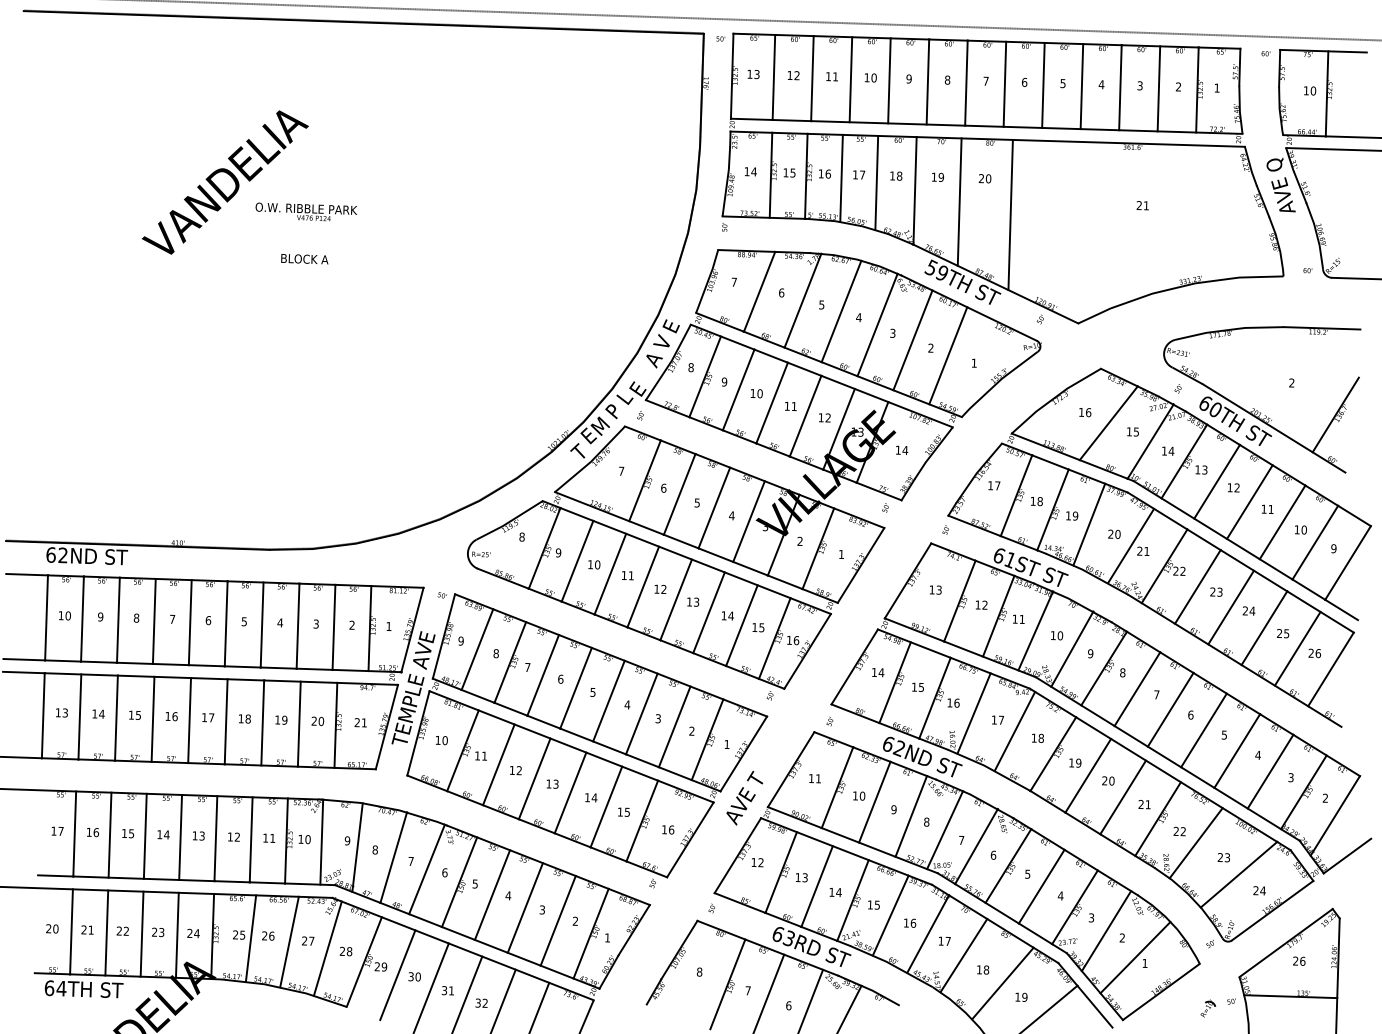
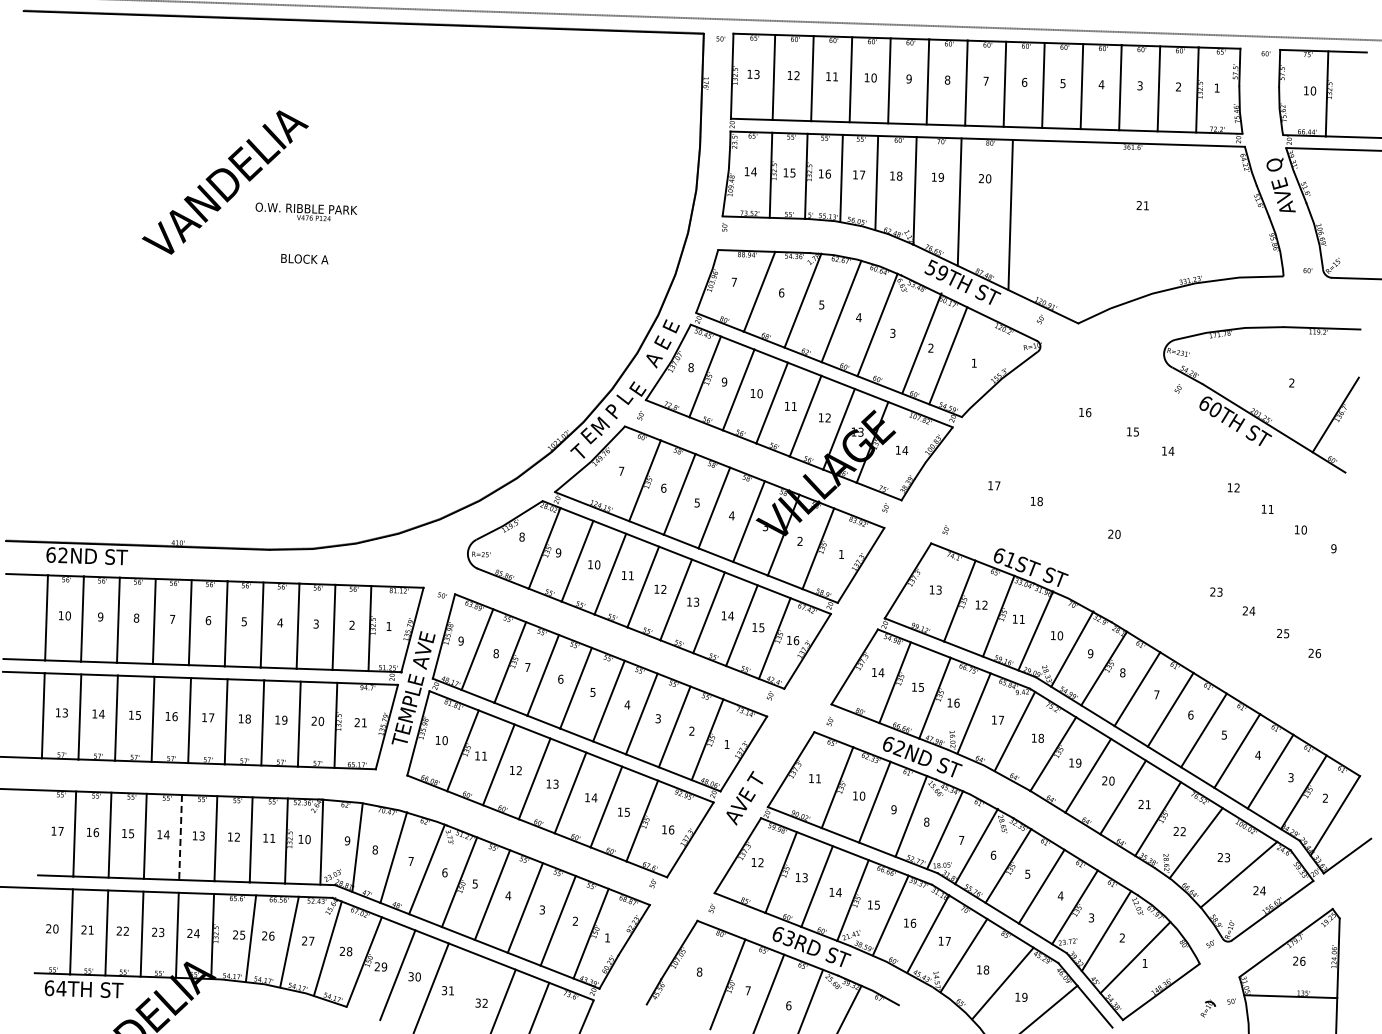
line at (912, 340) position: (912, 340) -> (921, 343)
text at (662, 341): V -> E
part at (1159, 547): present -> none
line at (180, 837): solid -> dashed
line at (467, 993): present -> none
